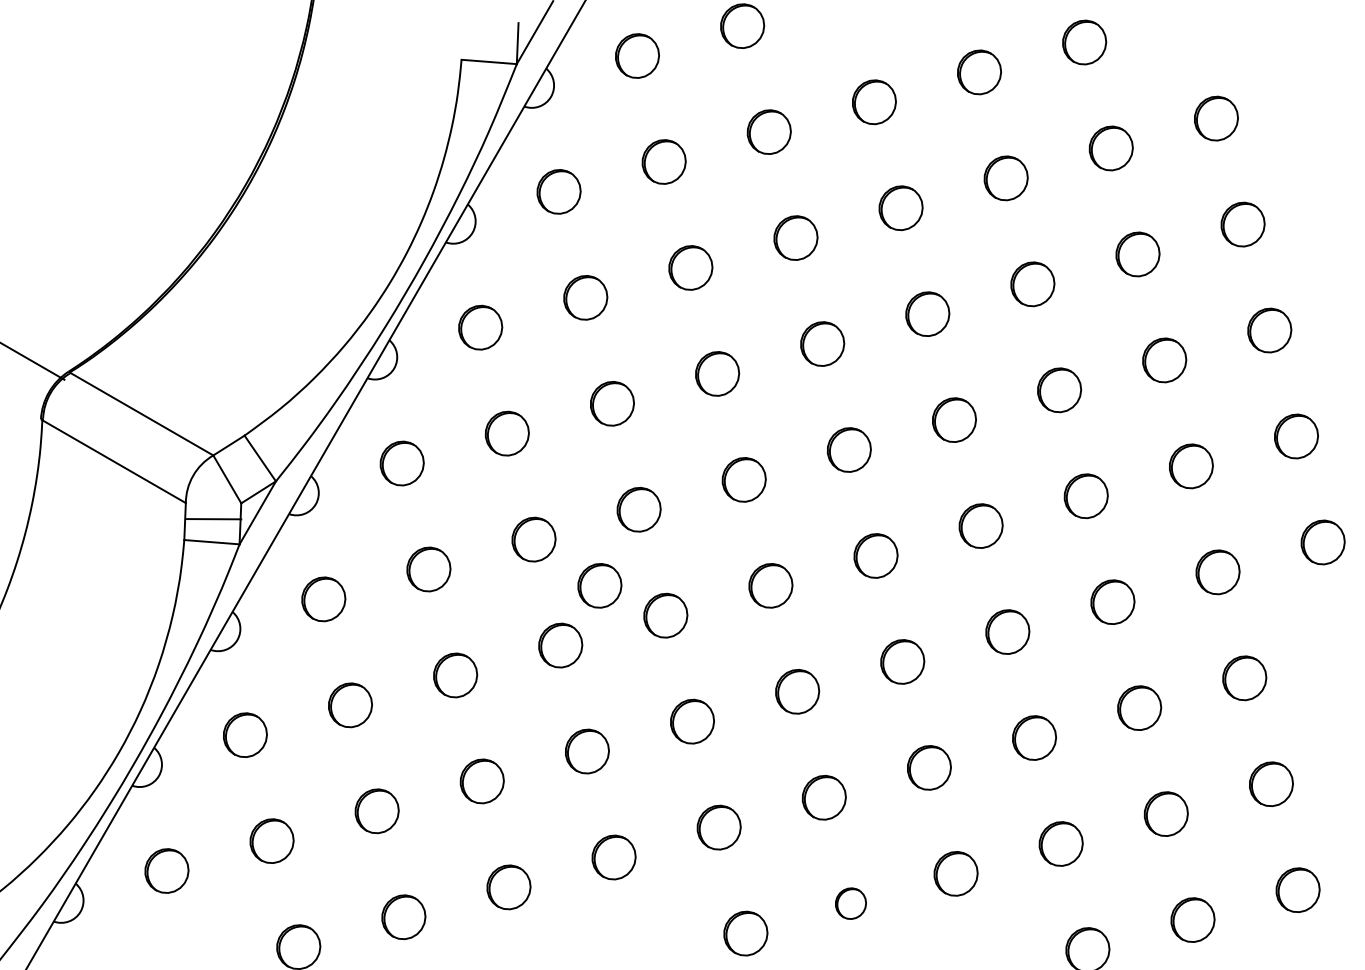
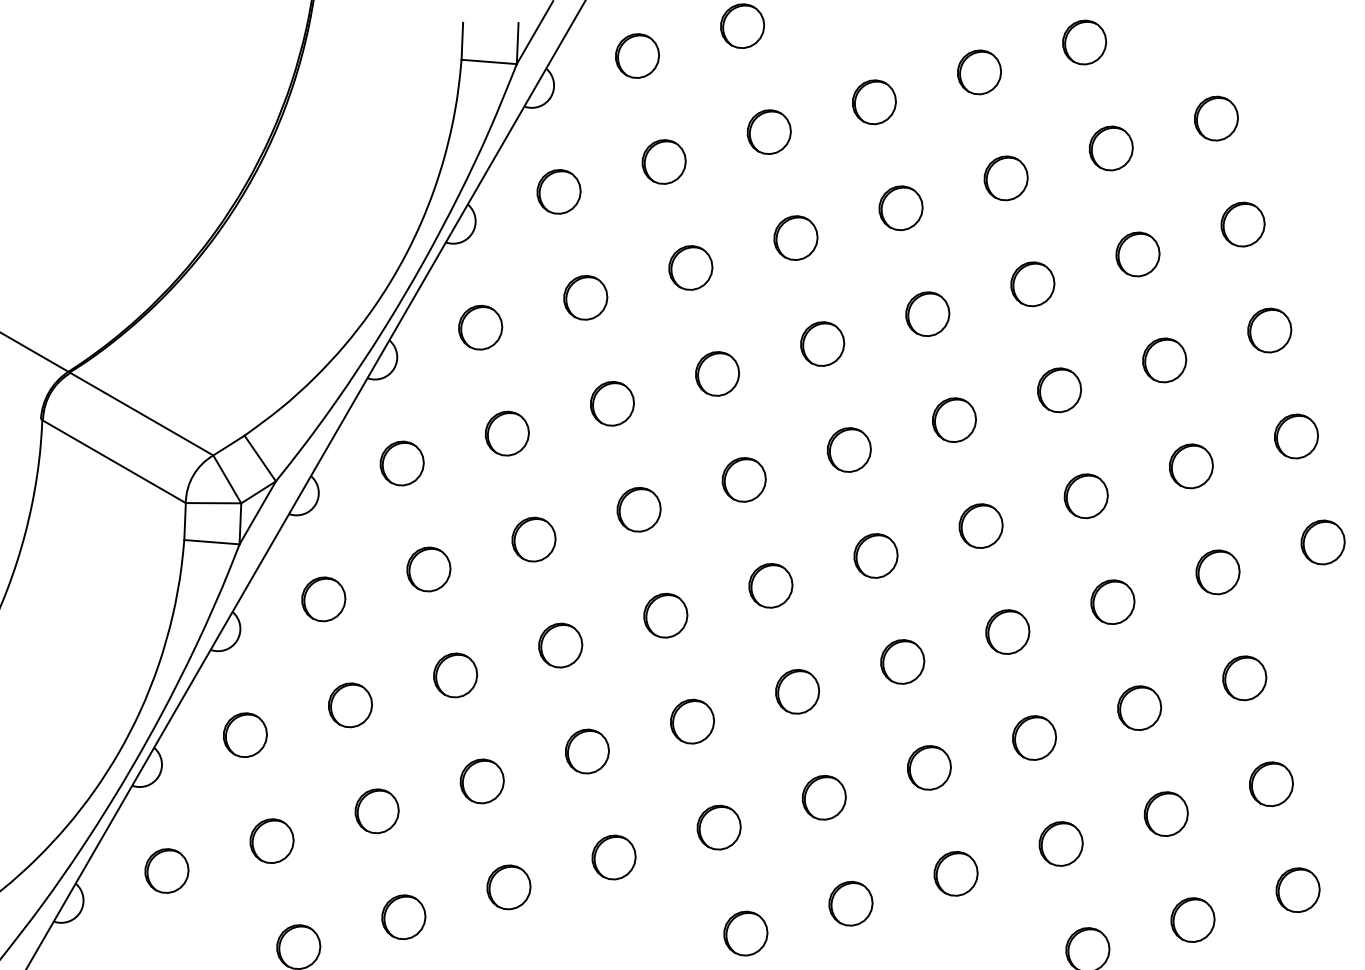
line at (462, 40): none -> present
line at (33, 361) position: (33, 361) -> (35, 352)
line at (213, 519) position: (213, 519) -> (213, 503)
part at (599, 585): present -> none
part at (850, 903) size: 32x33 px -> 46x47 px
